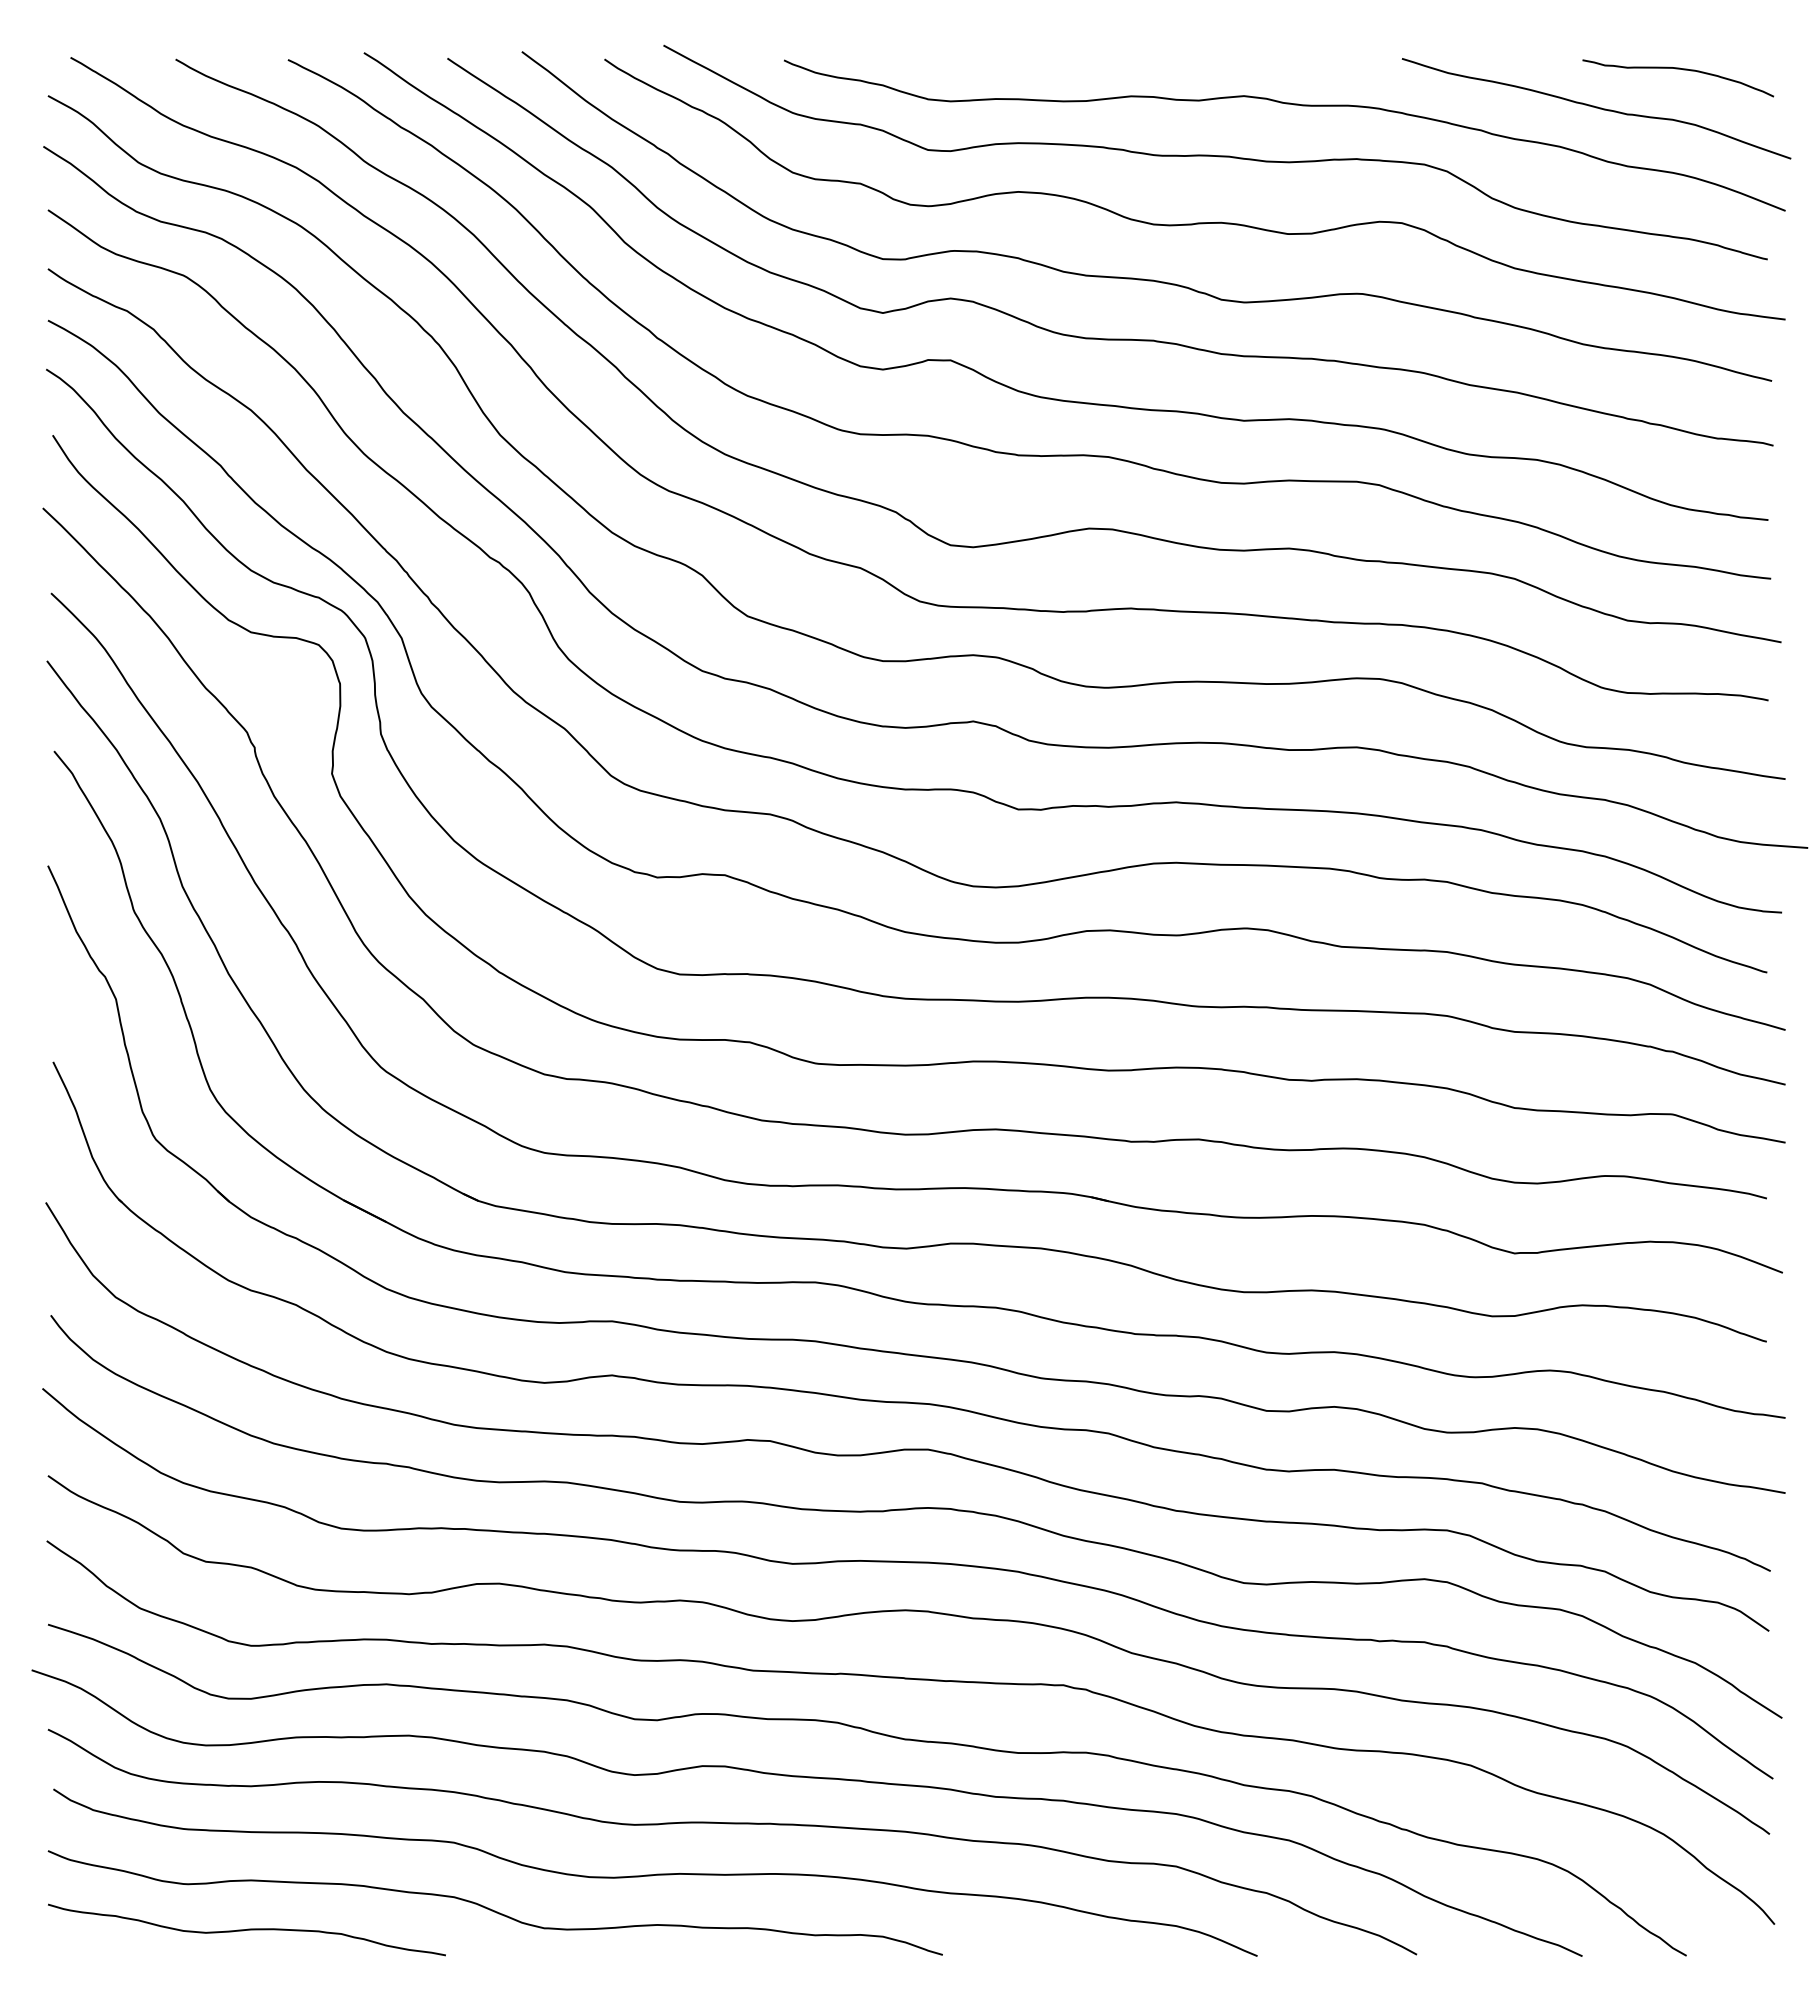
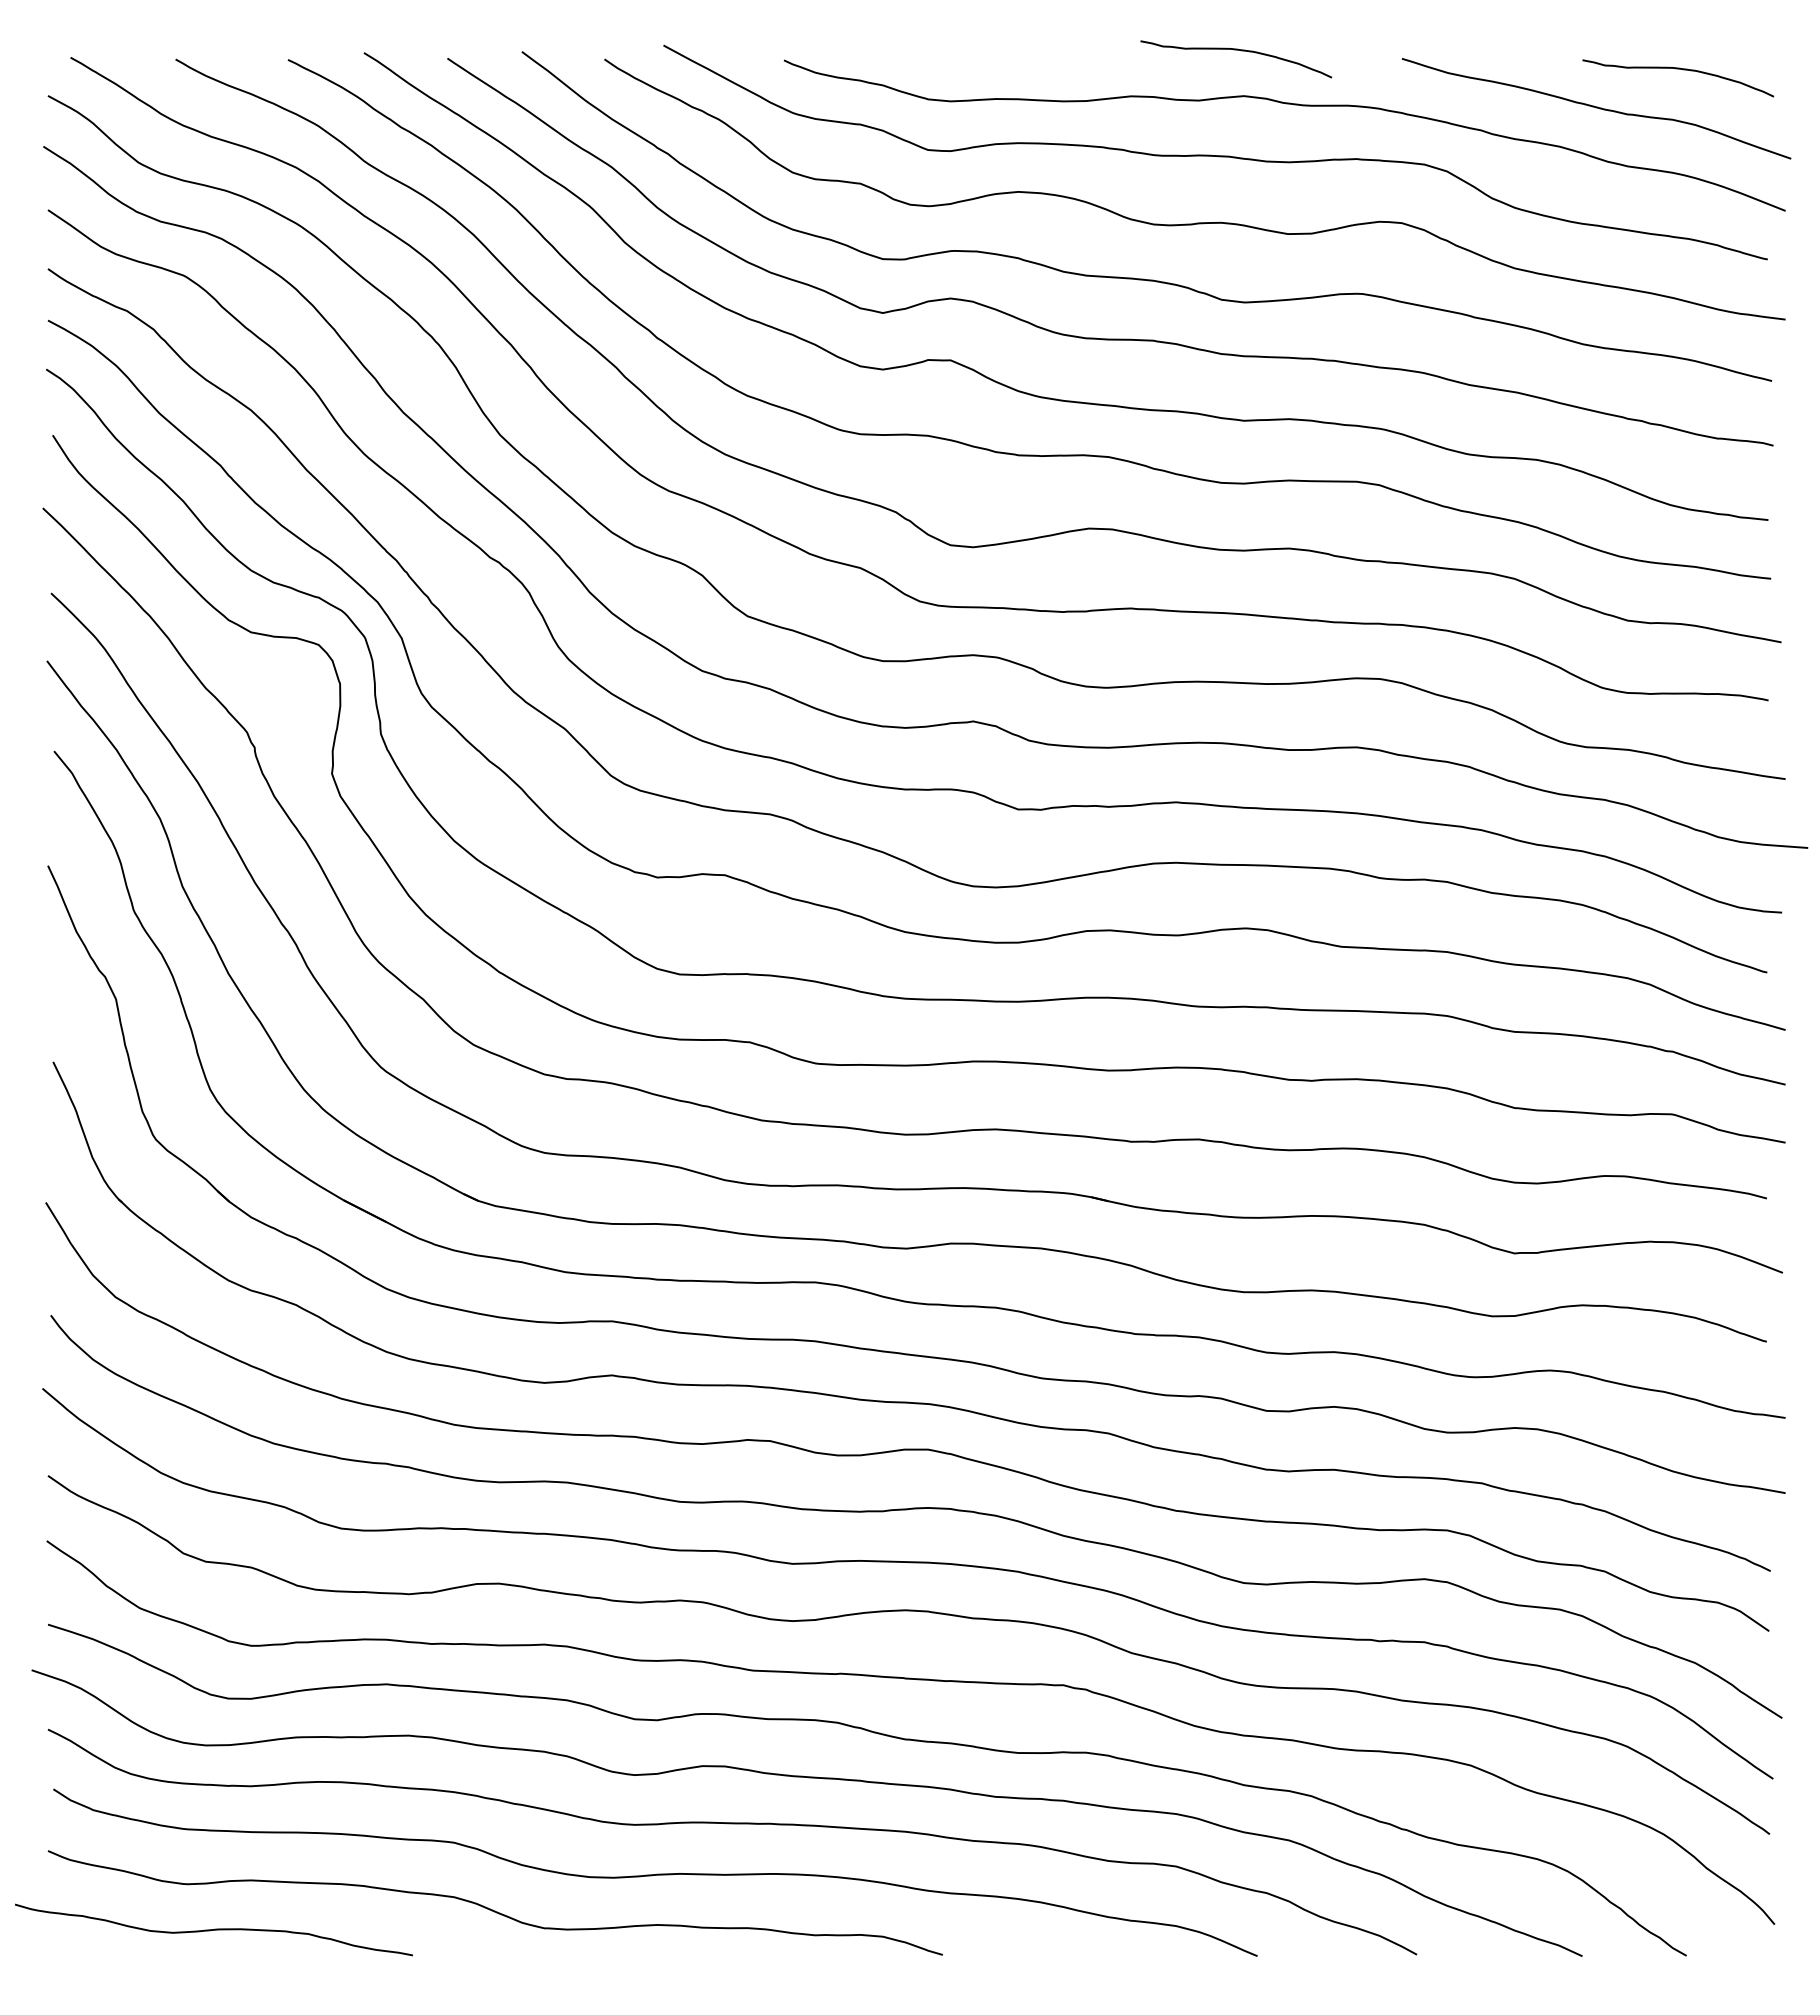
curve at (1236, 50): none -> present
curve at (246, 1929) position: (246, 1929) -> (213, 1929)
